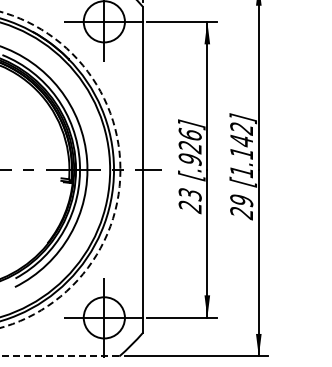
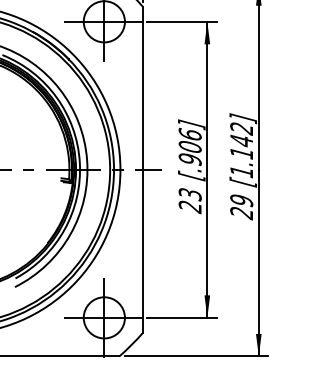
text at (189, 147): [.926] -> [.906]
circle at (60, 169): dashed -> solid
line at (59, 356): dashed -> solid
